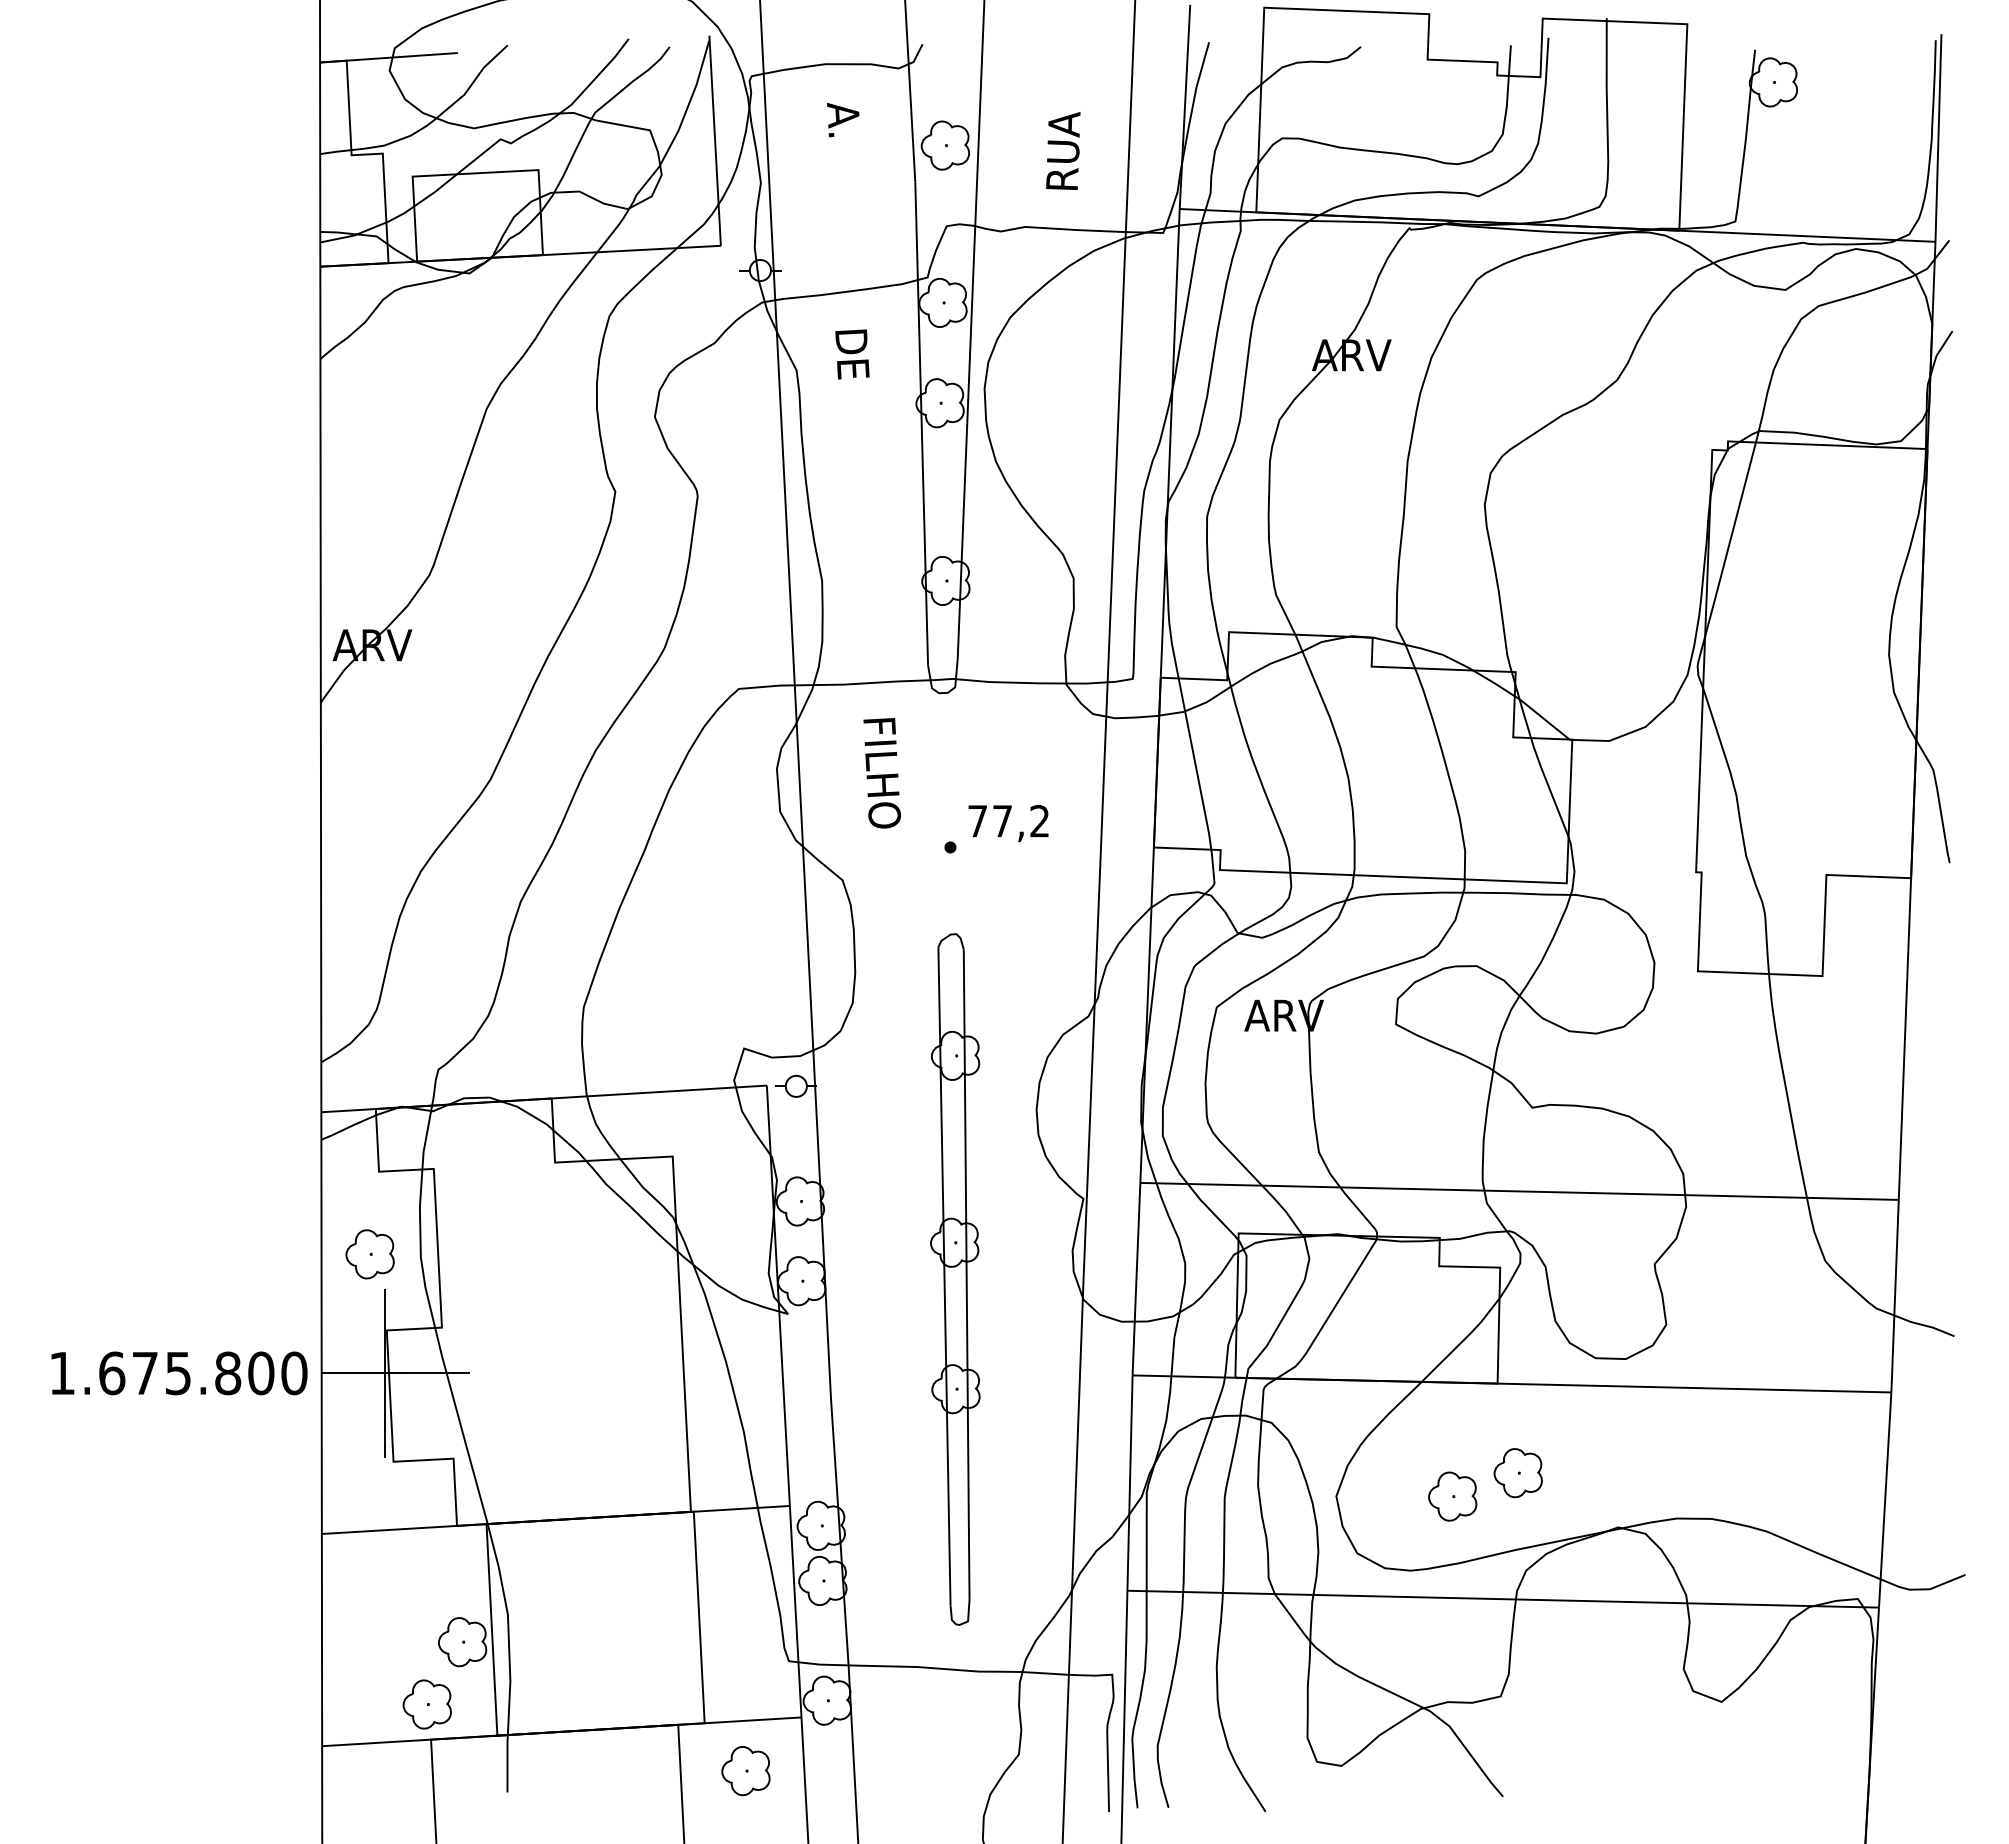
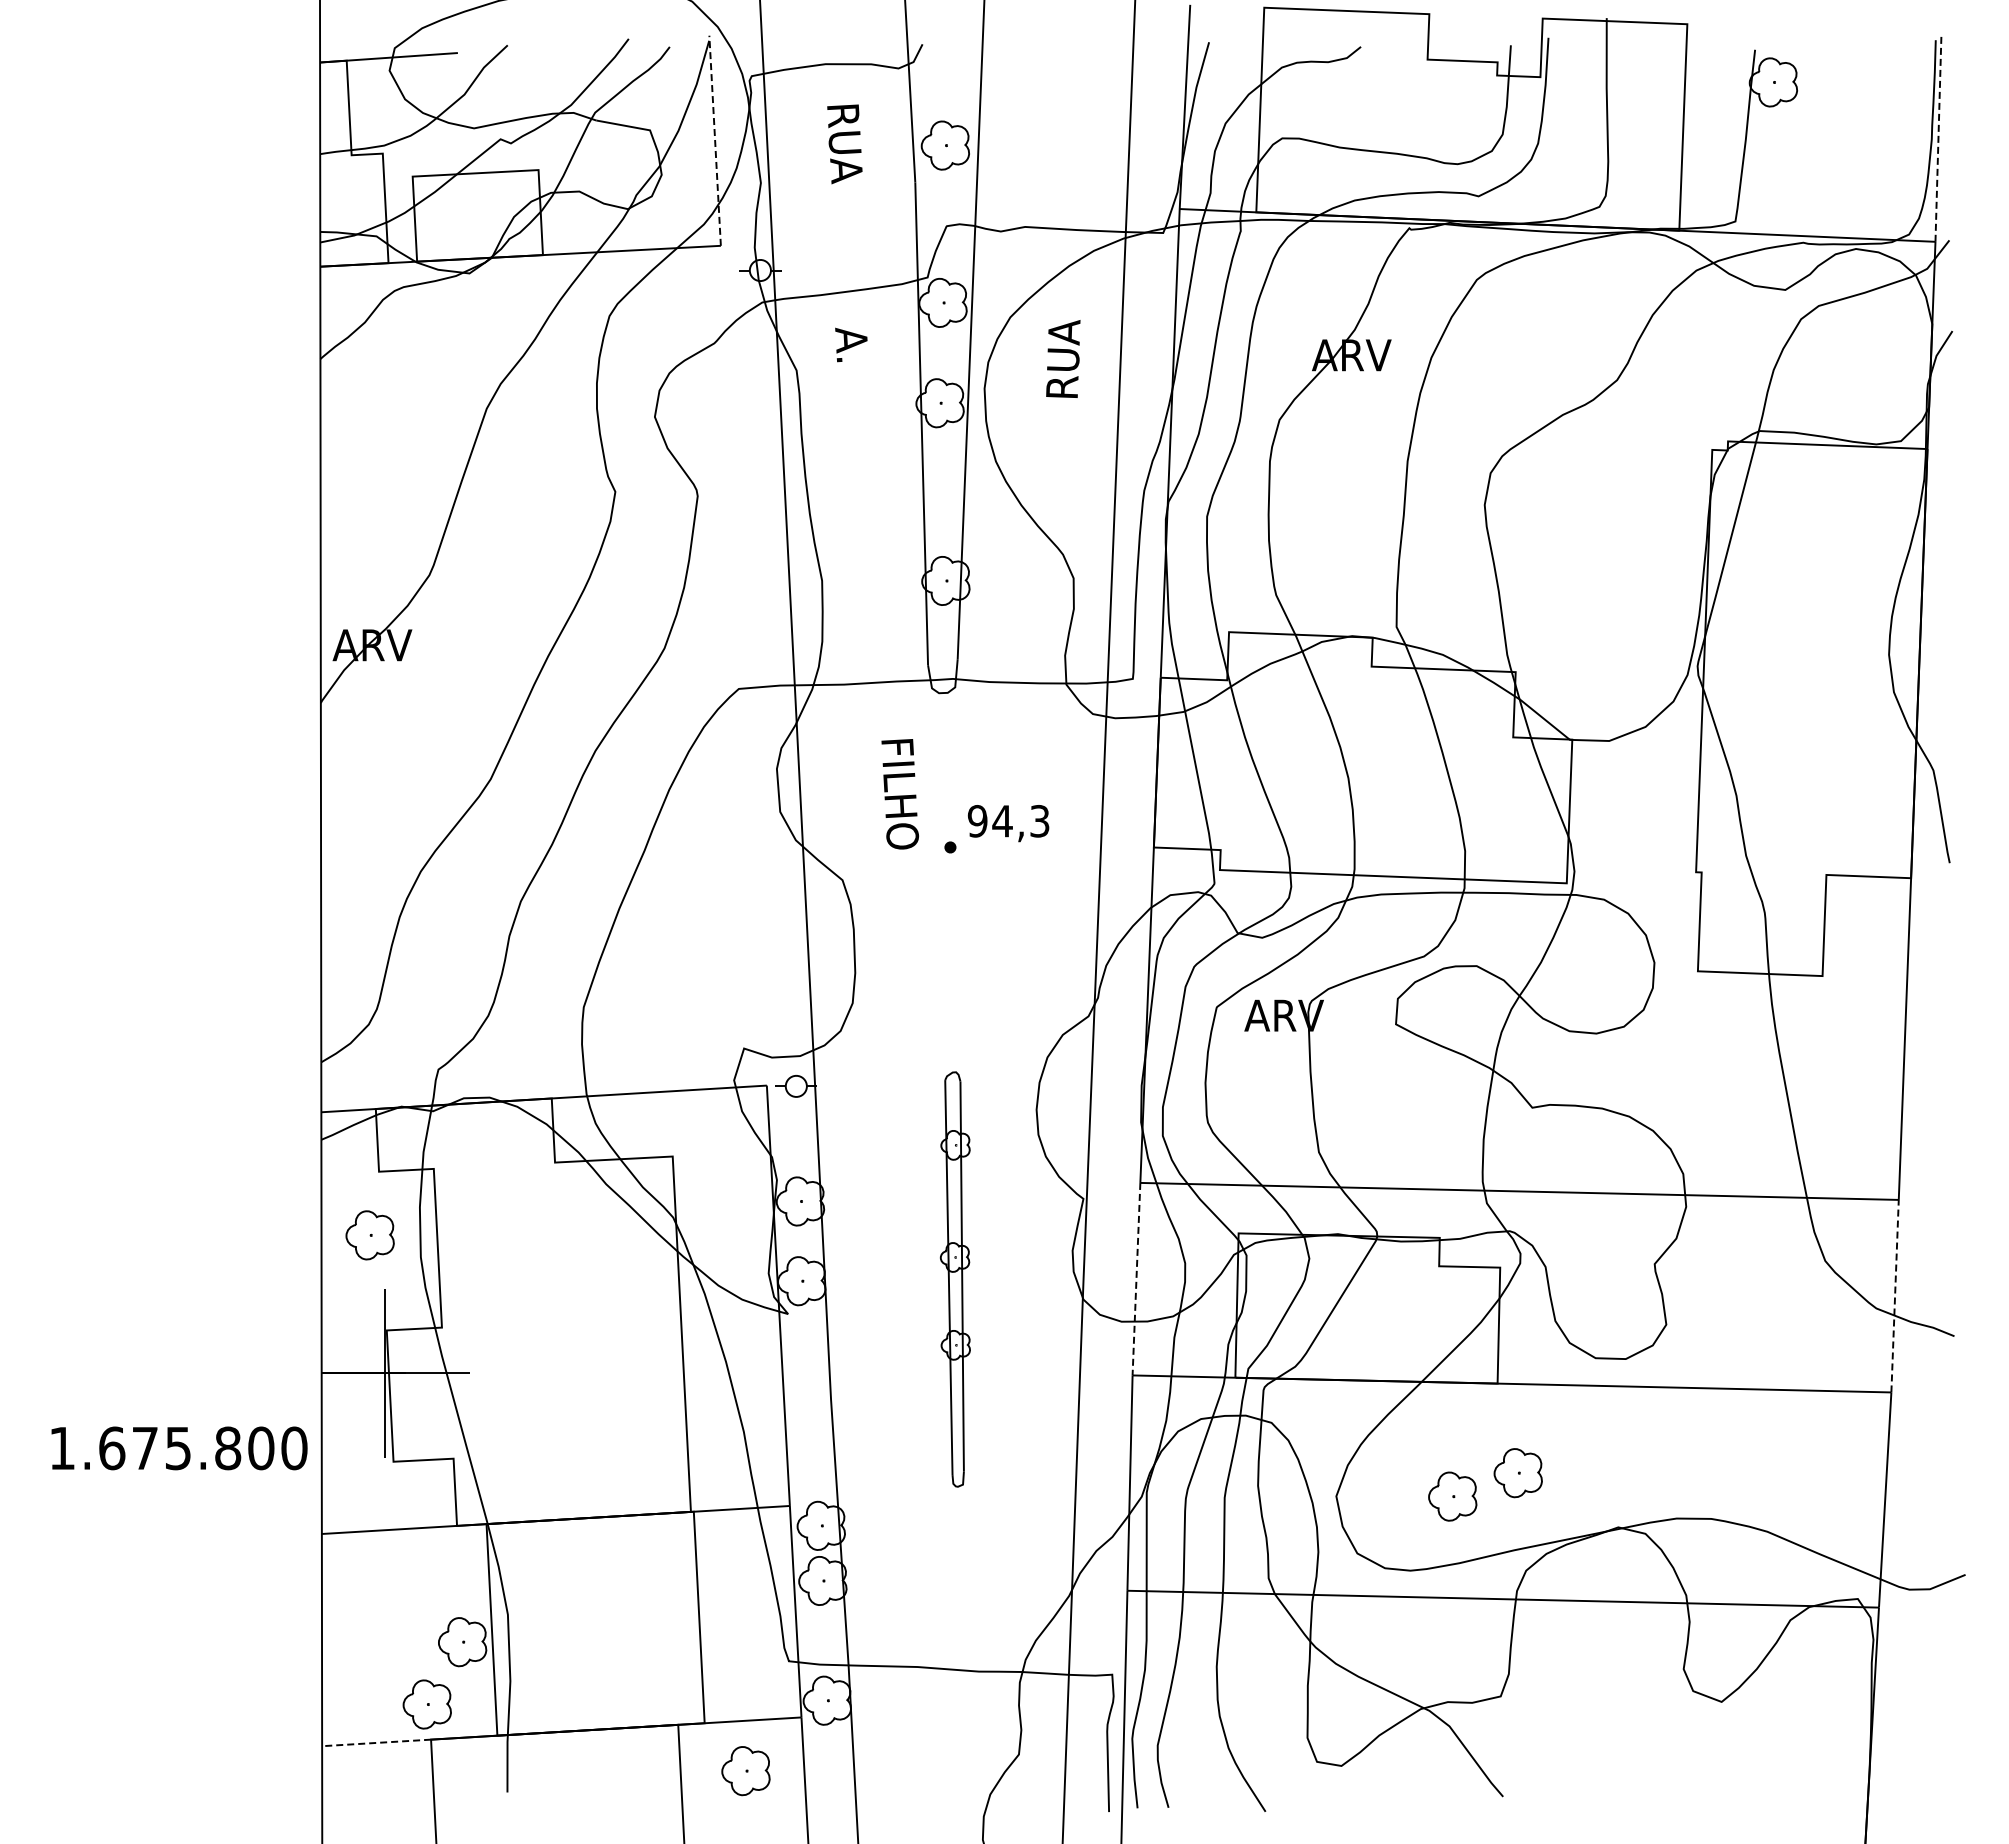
line at (1938, 137): solid -> dashed
line at (715, 140): solid -> dashed
text at (844, 143): A. -> RUA
text at (1063, 150) position: (1063, 150) -> (1063, 358)
text at (852, 353): DE -> A.
text at (881, 773) position: (881, 773) -> (899, 794)
text at (1008, 821): 77,2 -> 94,3
part at (369, 1254) position: (369, 1254) -> (369, 1235)
part at (955, 1279) size: 51x693 px -> 32x417 px
line at (1136, 1279): solid -> dashed
line at (1895, 1295): solid -> dashed
text at (179, 1373) position: (179, 1373) -> (179, 1448)
line at (376, 1742): solid -> dashed
